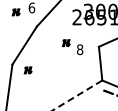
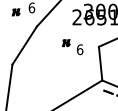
text at (80, 49): 8 -> 6
part at (27, 70): present -> none
line at (77, 95): dashed -> solid
